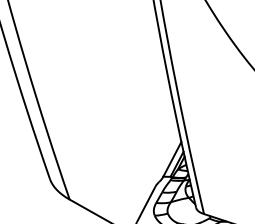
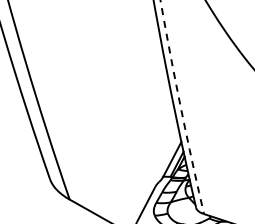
arc at (180, 107): solid -> dashed
